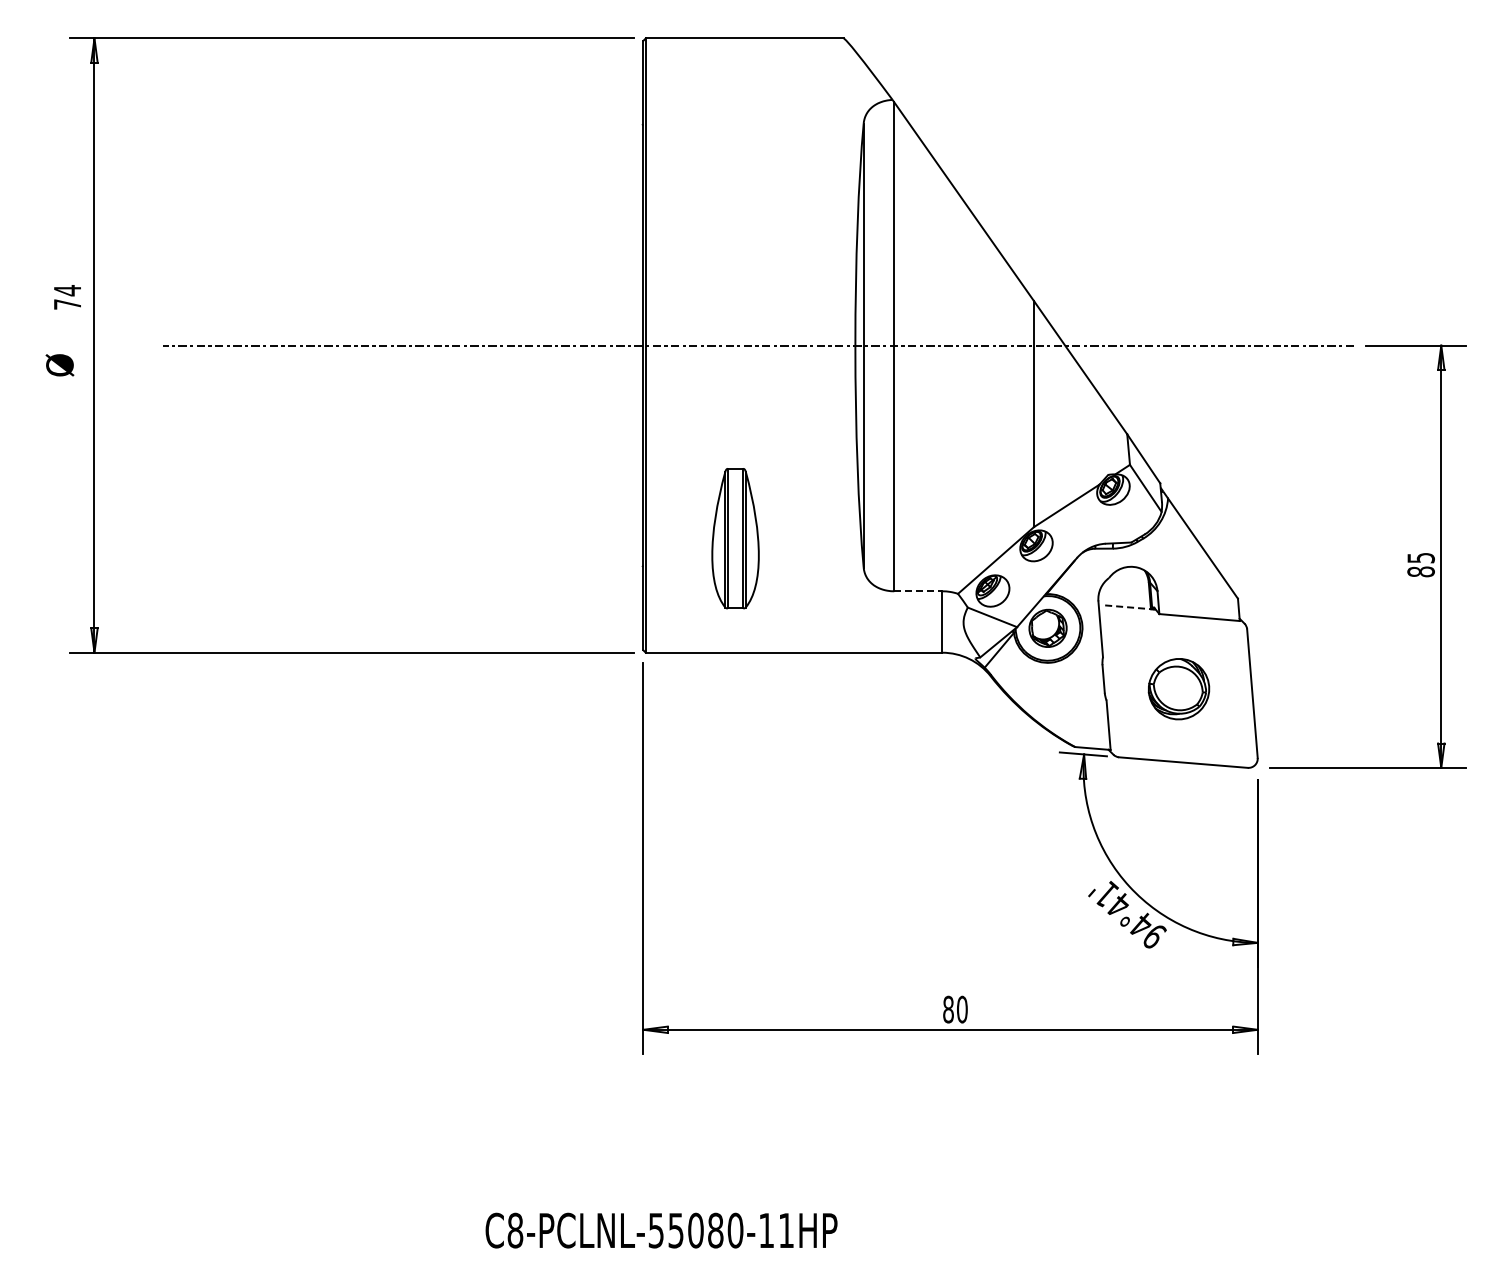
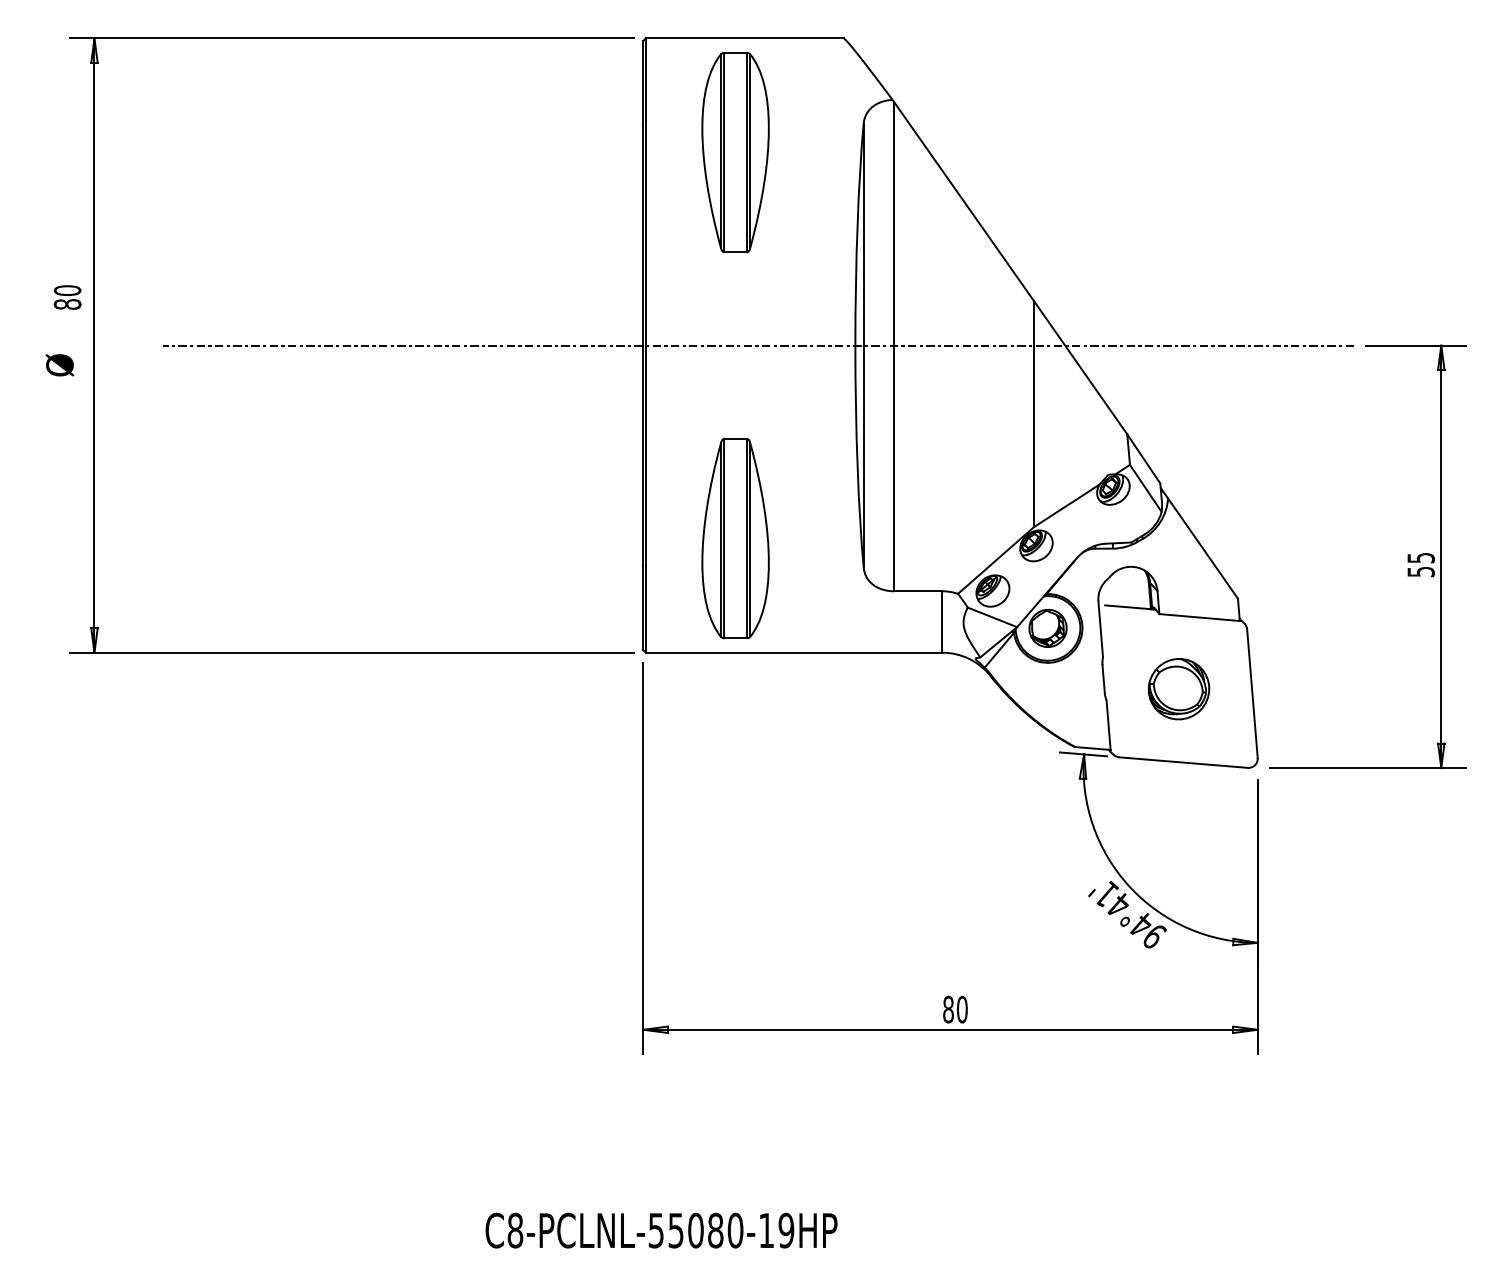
part at (735, 152): none -> present
text at (67, 297): 74 -> 80
part at (735, 538) size: 49x142 px -> 69x202 px
text at (1420, 571): 85 -> 55
line at (918, 591): dashed -> solid
line at (1130, 607): dashed -> solid
text at (786, 1230): C8-PCLNL-55080-11HP -> C8-PCLNL-55080-19HP
